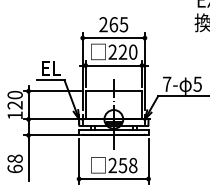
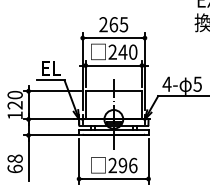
text at (122, 51): 220 -> 240
text at (166, 83): 7- -> 4-
text at (127, 165): 258 -> 296
